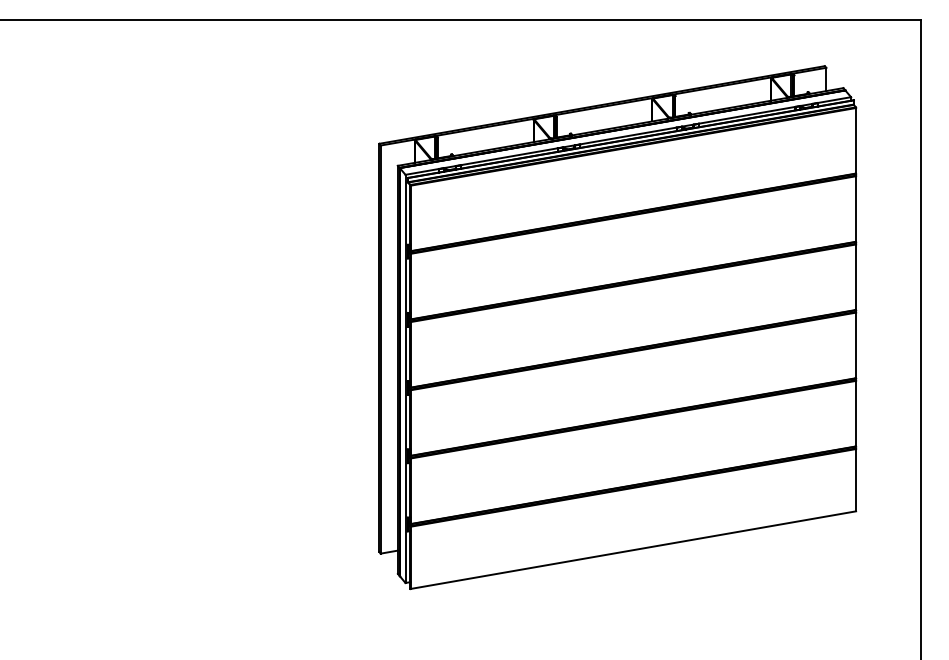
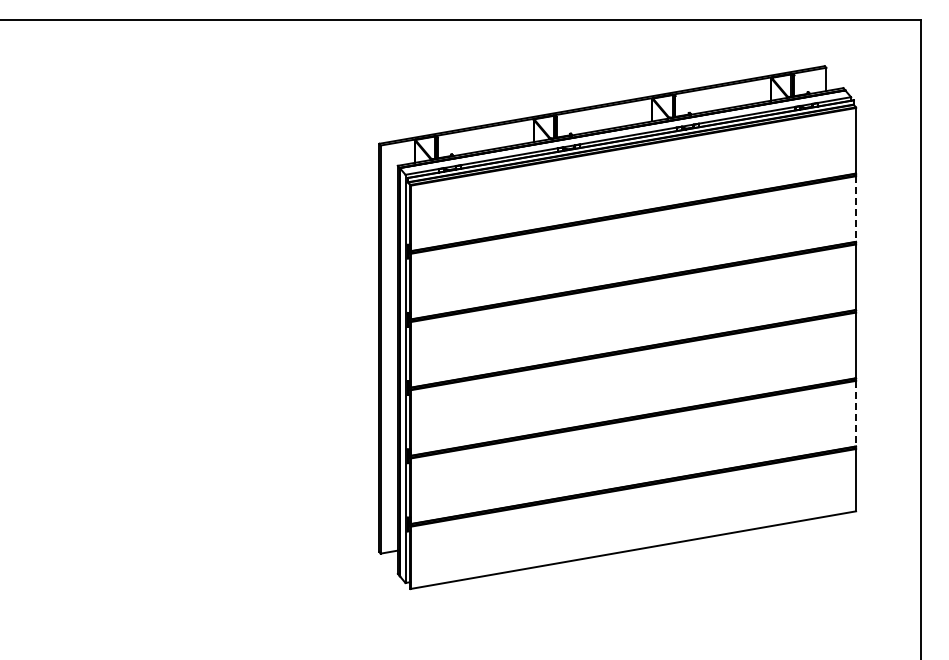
line at (856, 209): solid -> dashed
line at (856, 413): solid -> dashed
